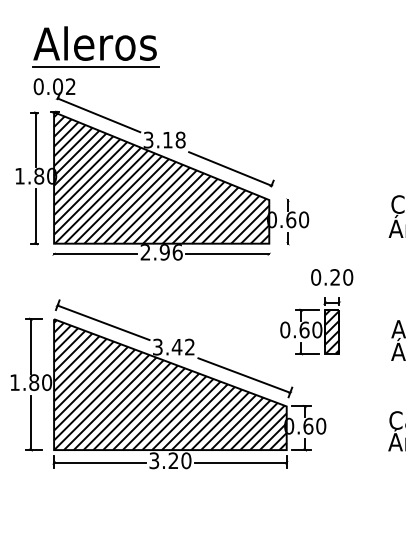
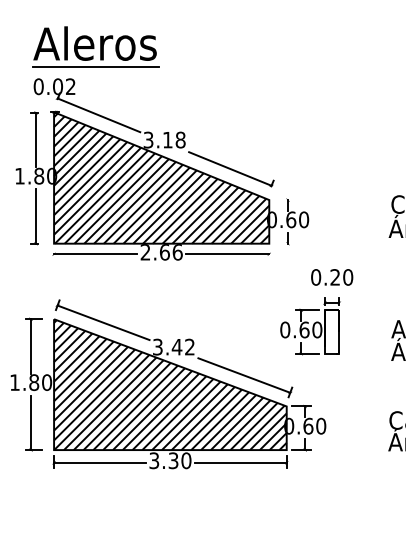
text at (164, 252): 2.96 -> 2.66
hatch at (331, 331): present -> none
text at (173, 460): 3.20 -> 3.30
